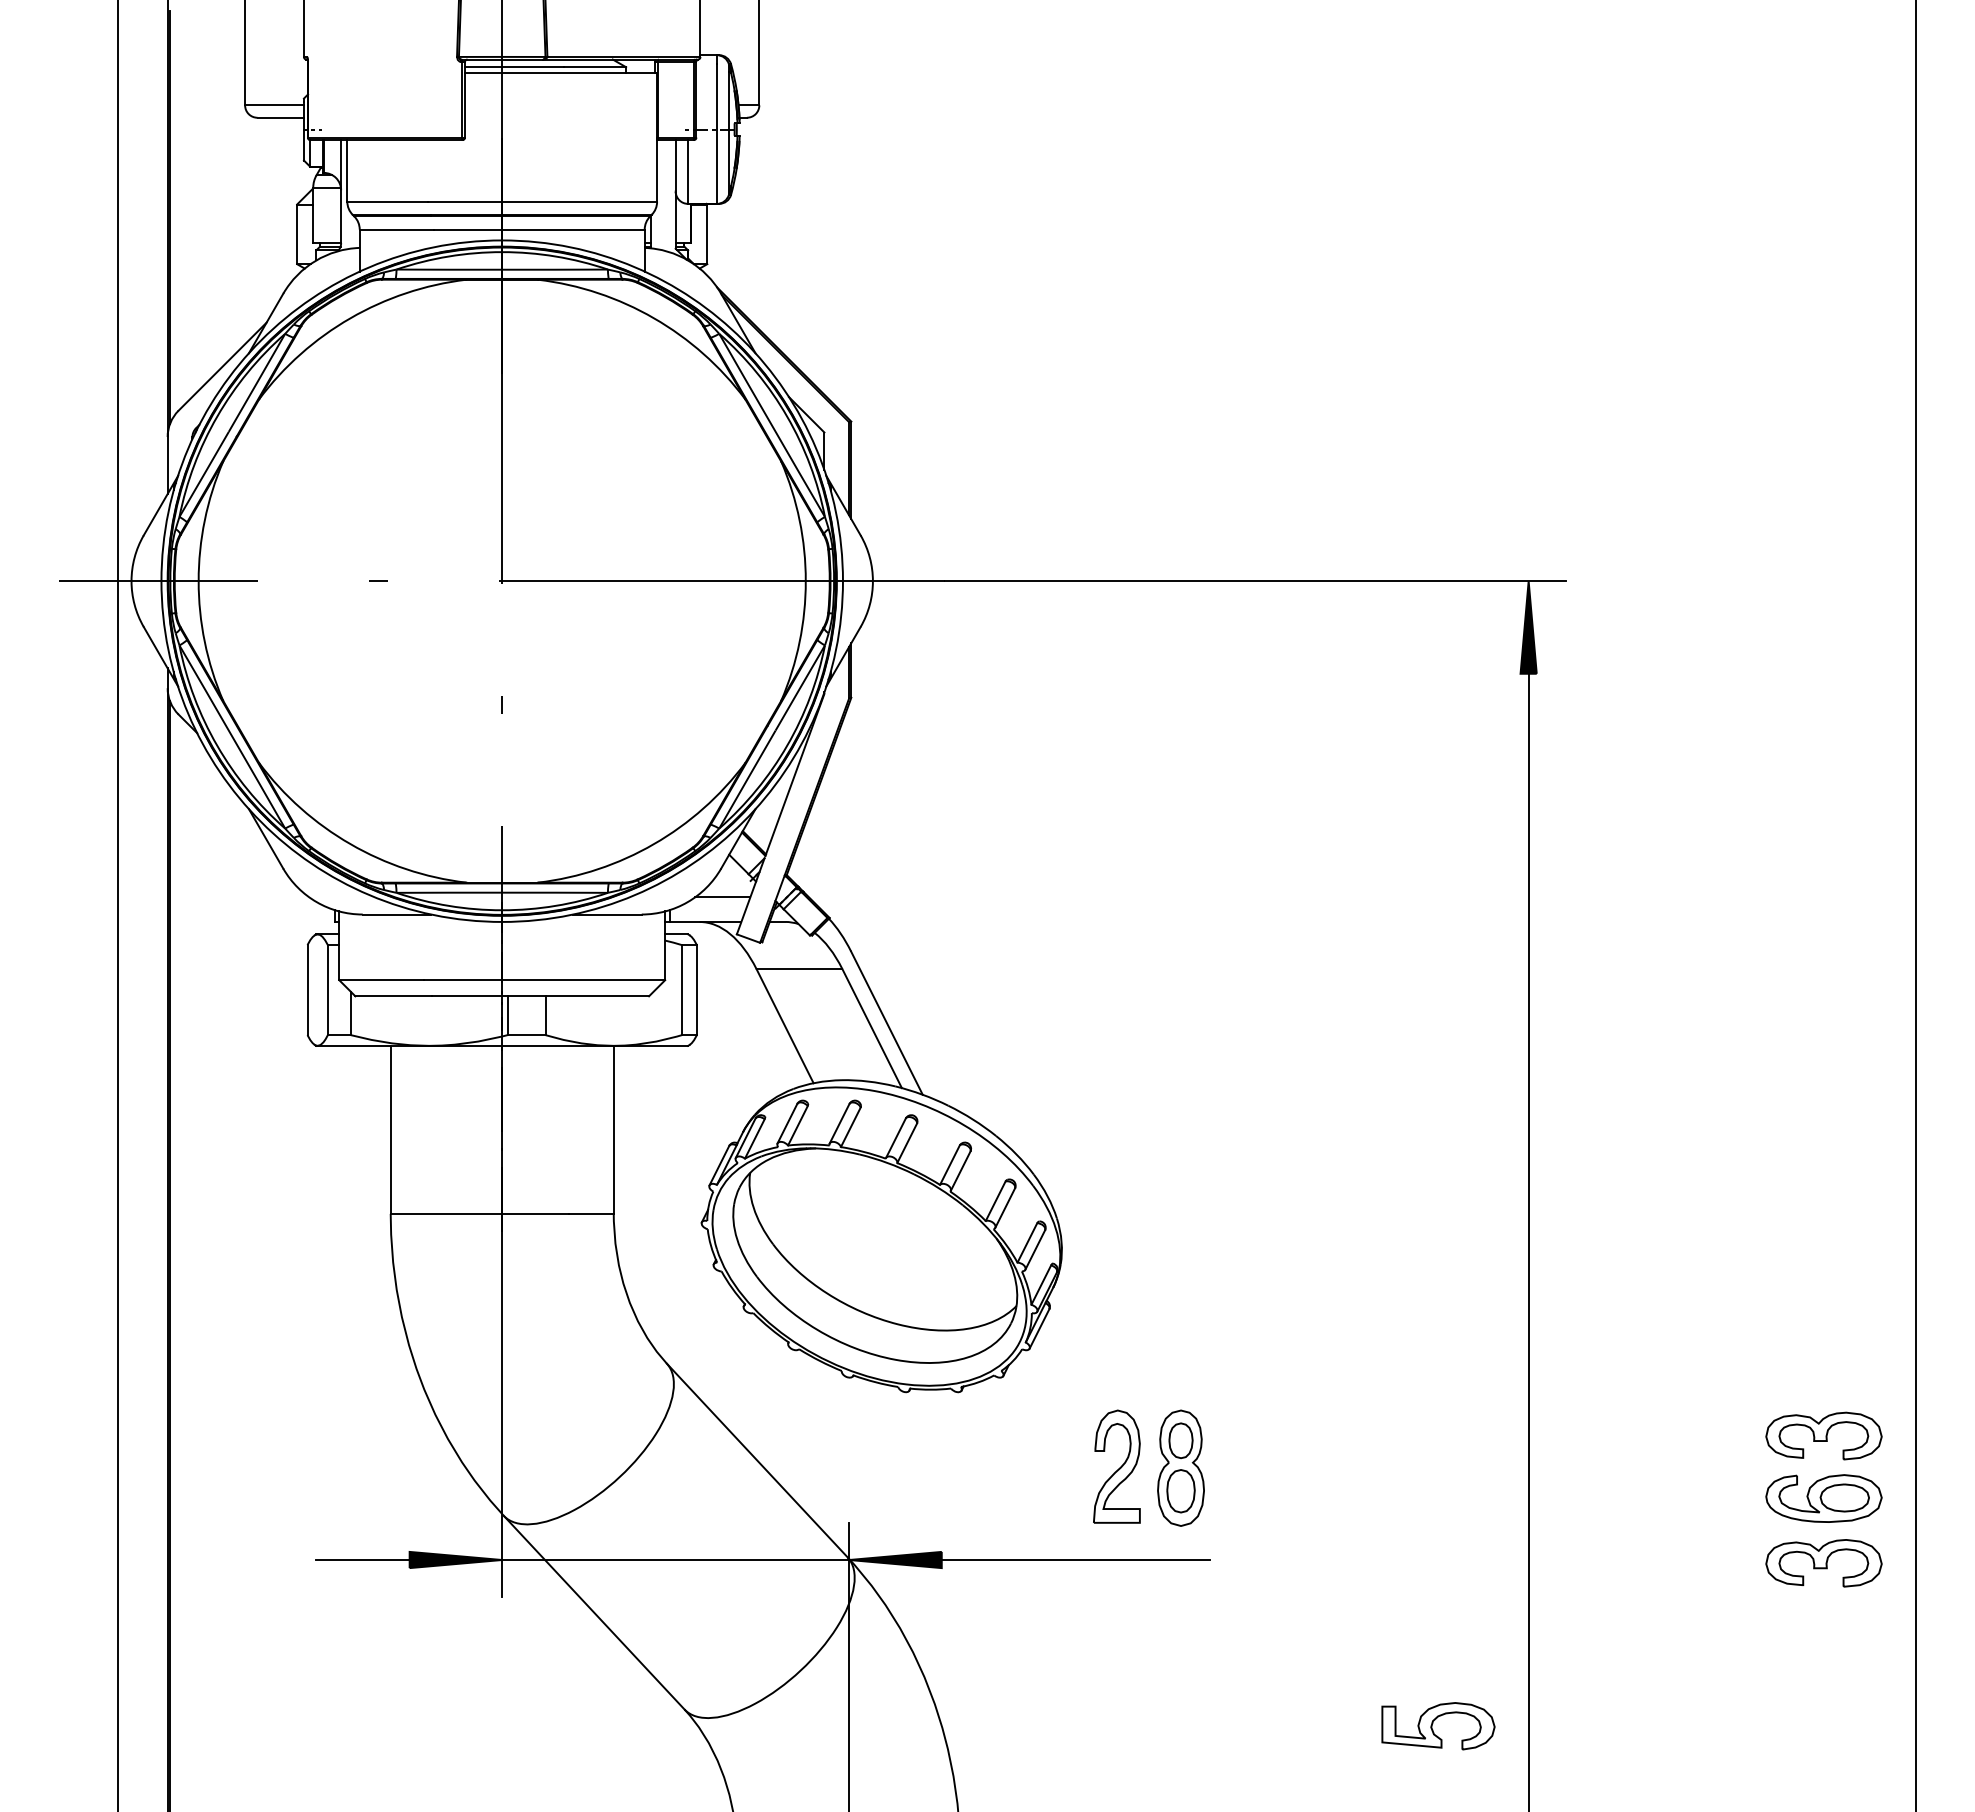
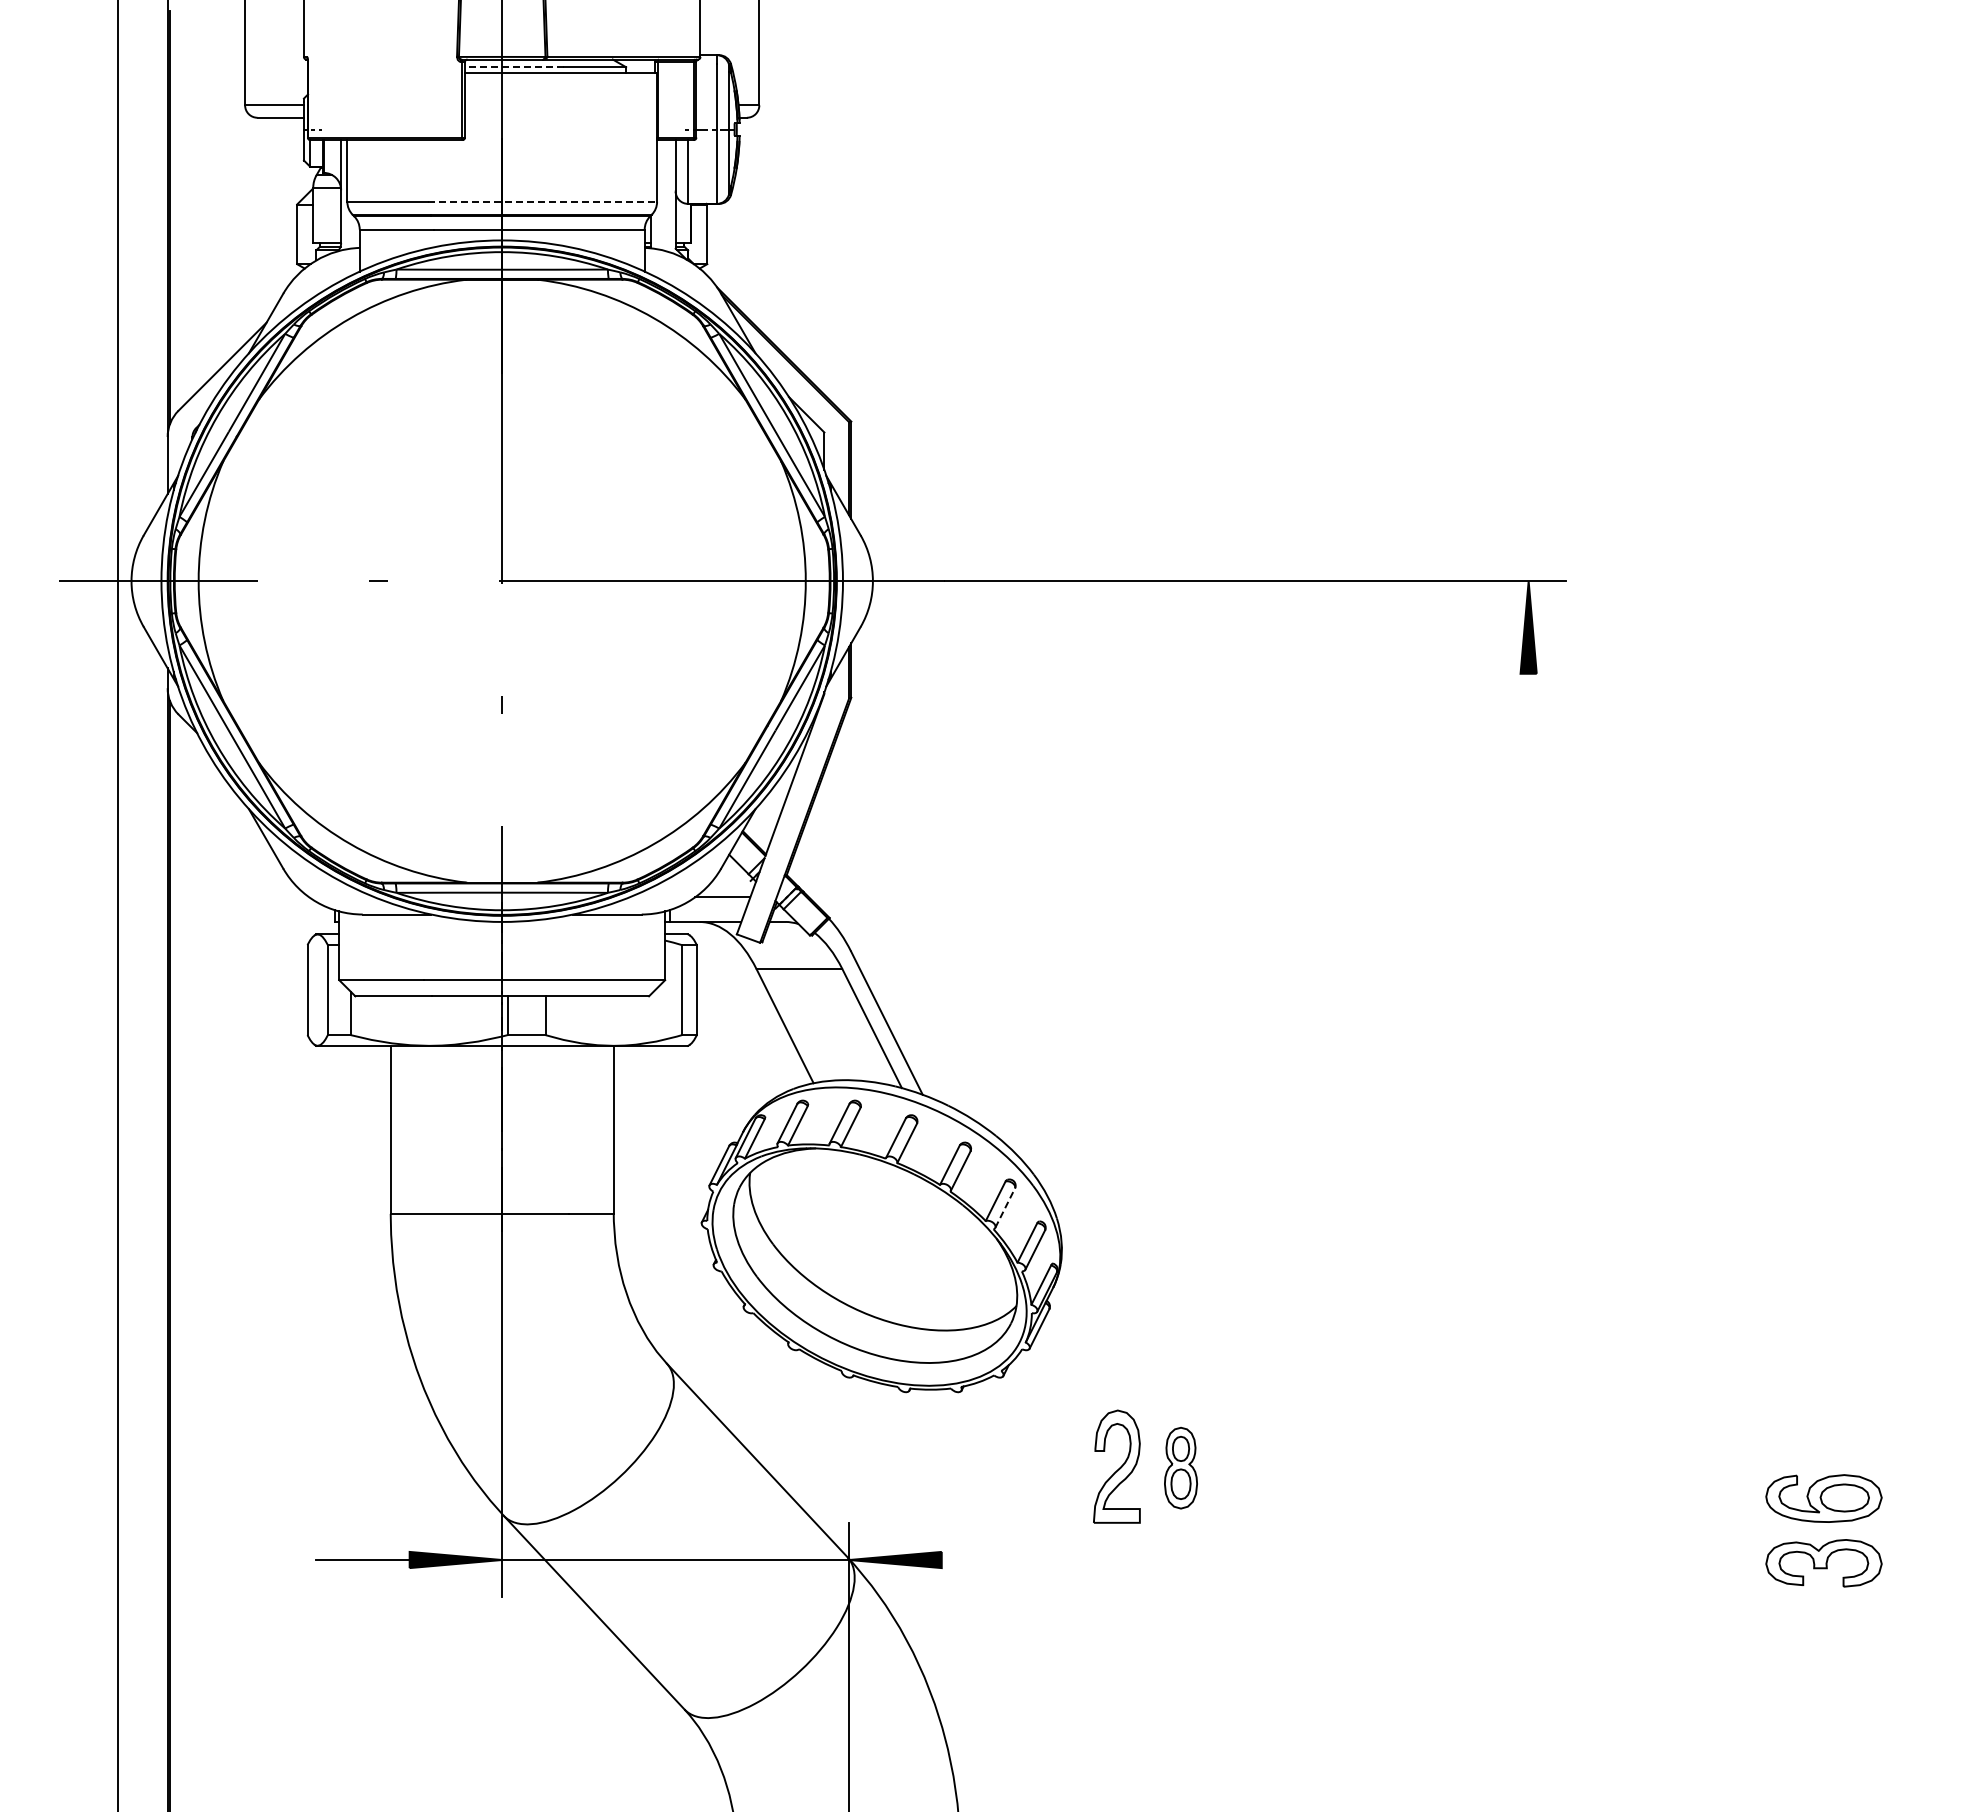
line at (513, 67): solid -> dashed
line at (542, 201): solid -> dashed
line at (1915, 905): present -> none
line at (1005, 1207): solid -> dashed
line at (1528, 1240): present -> none
part at (1823, 1435): present -> none
part at (1180, 1467) size: 48x118 px -> 34x83 px
line at (1075, 1560): present -> none
part at (1438, 1726): present -> none
